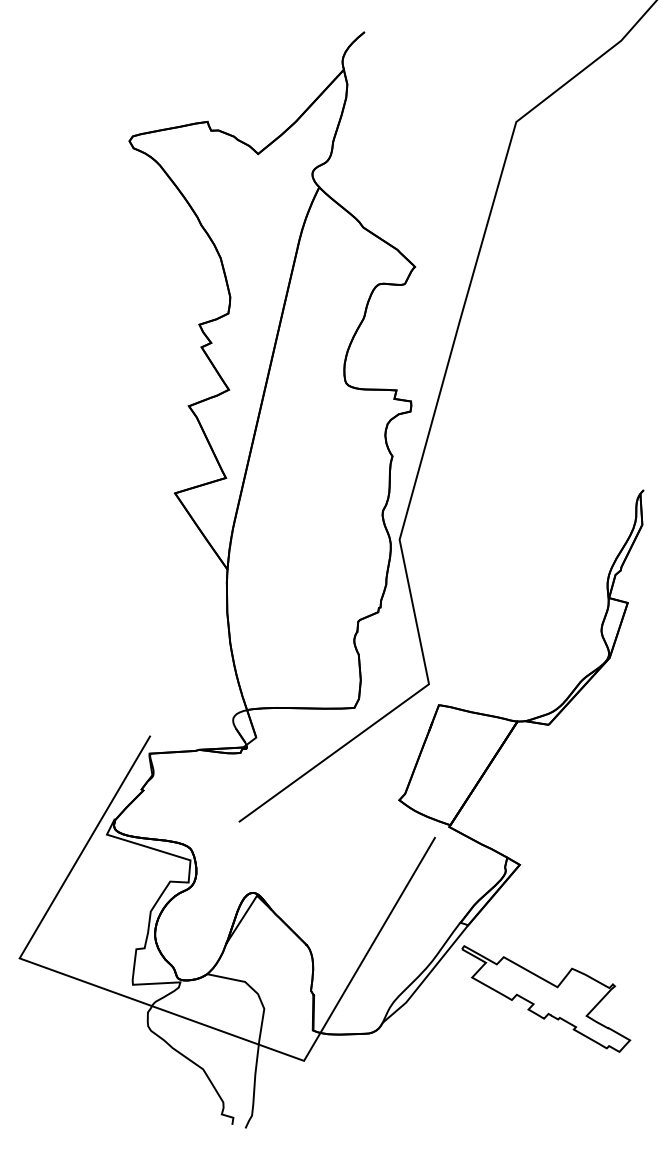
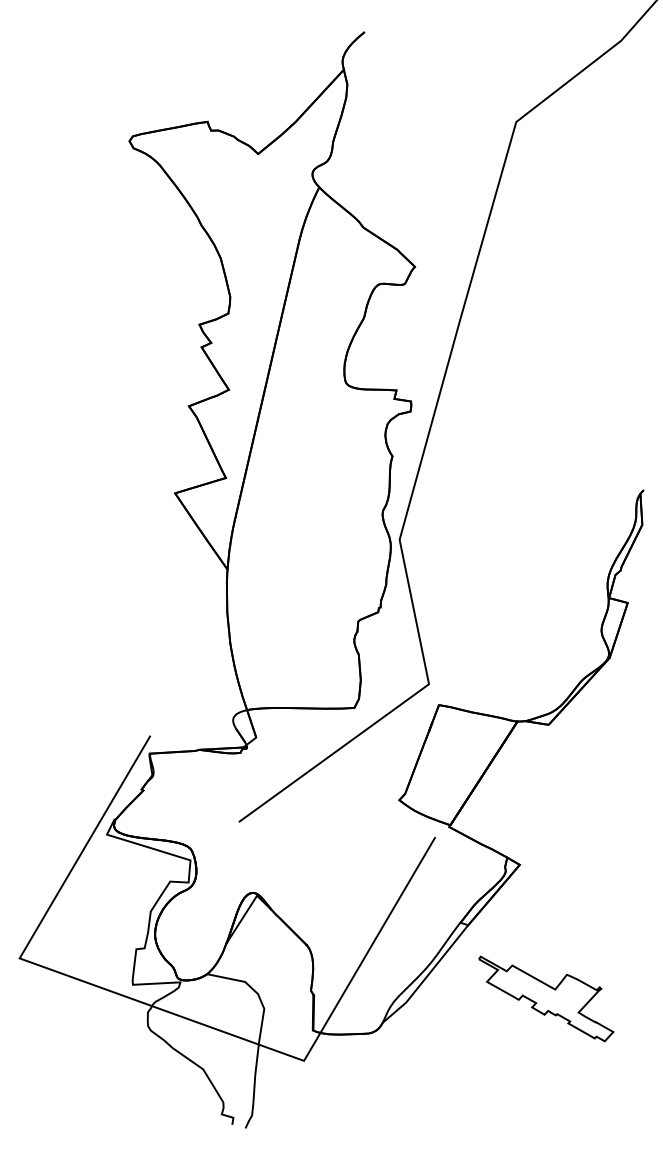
part at (546, 998) size: 171x108 px -> 137x88 px
